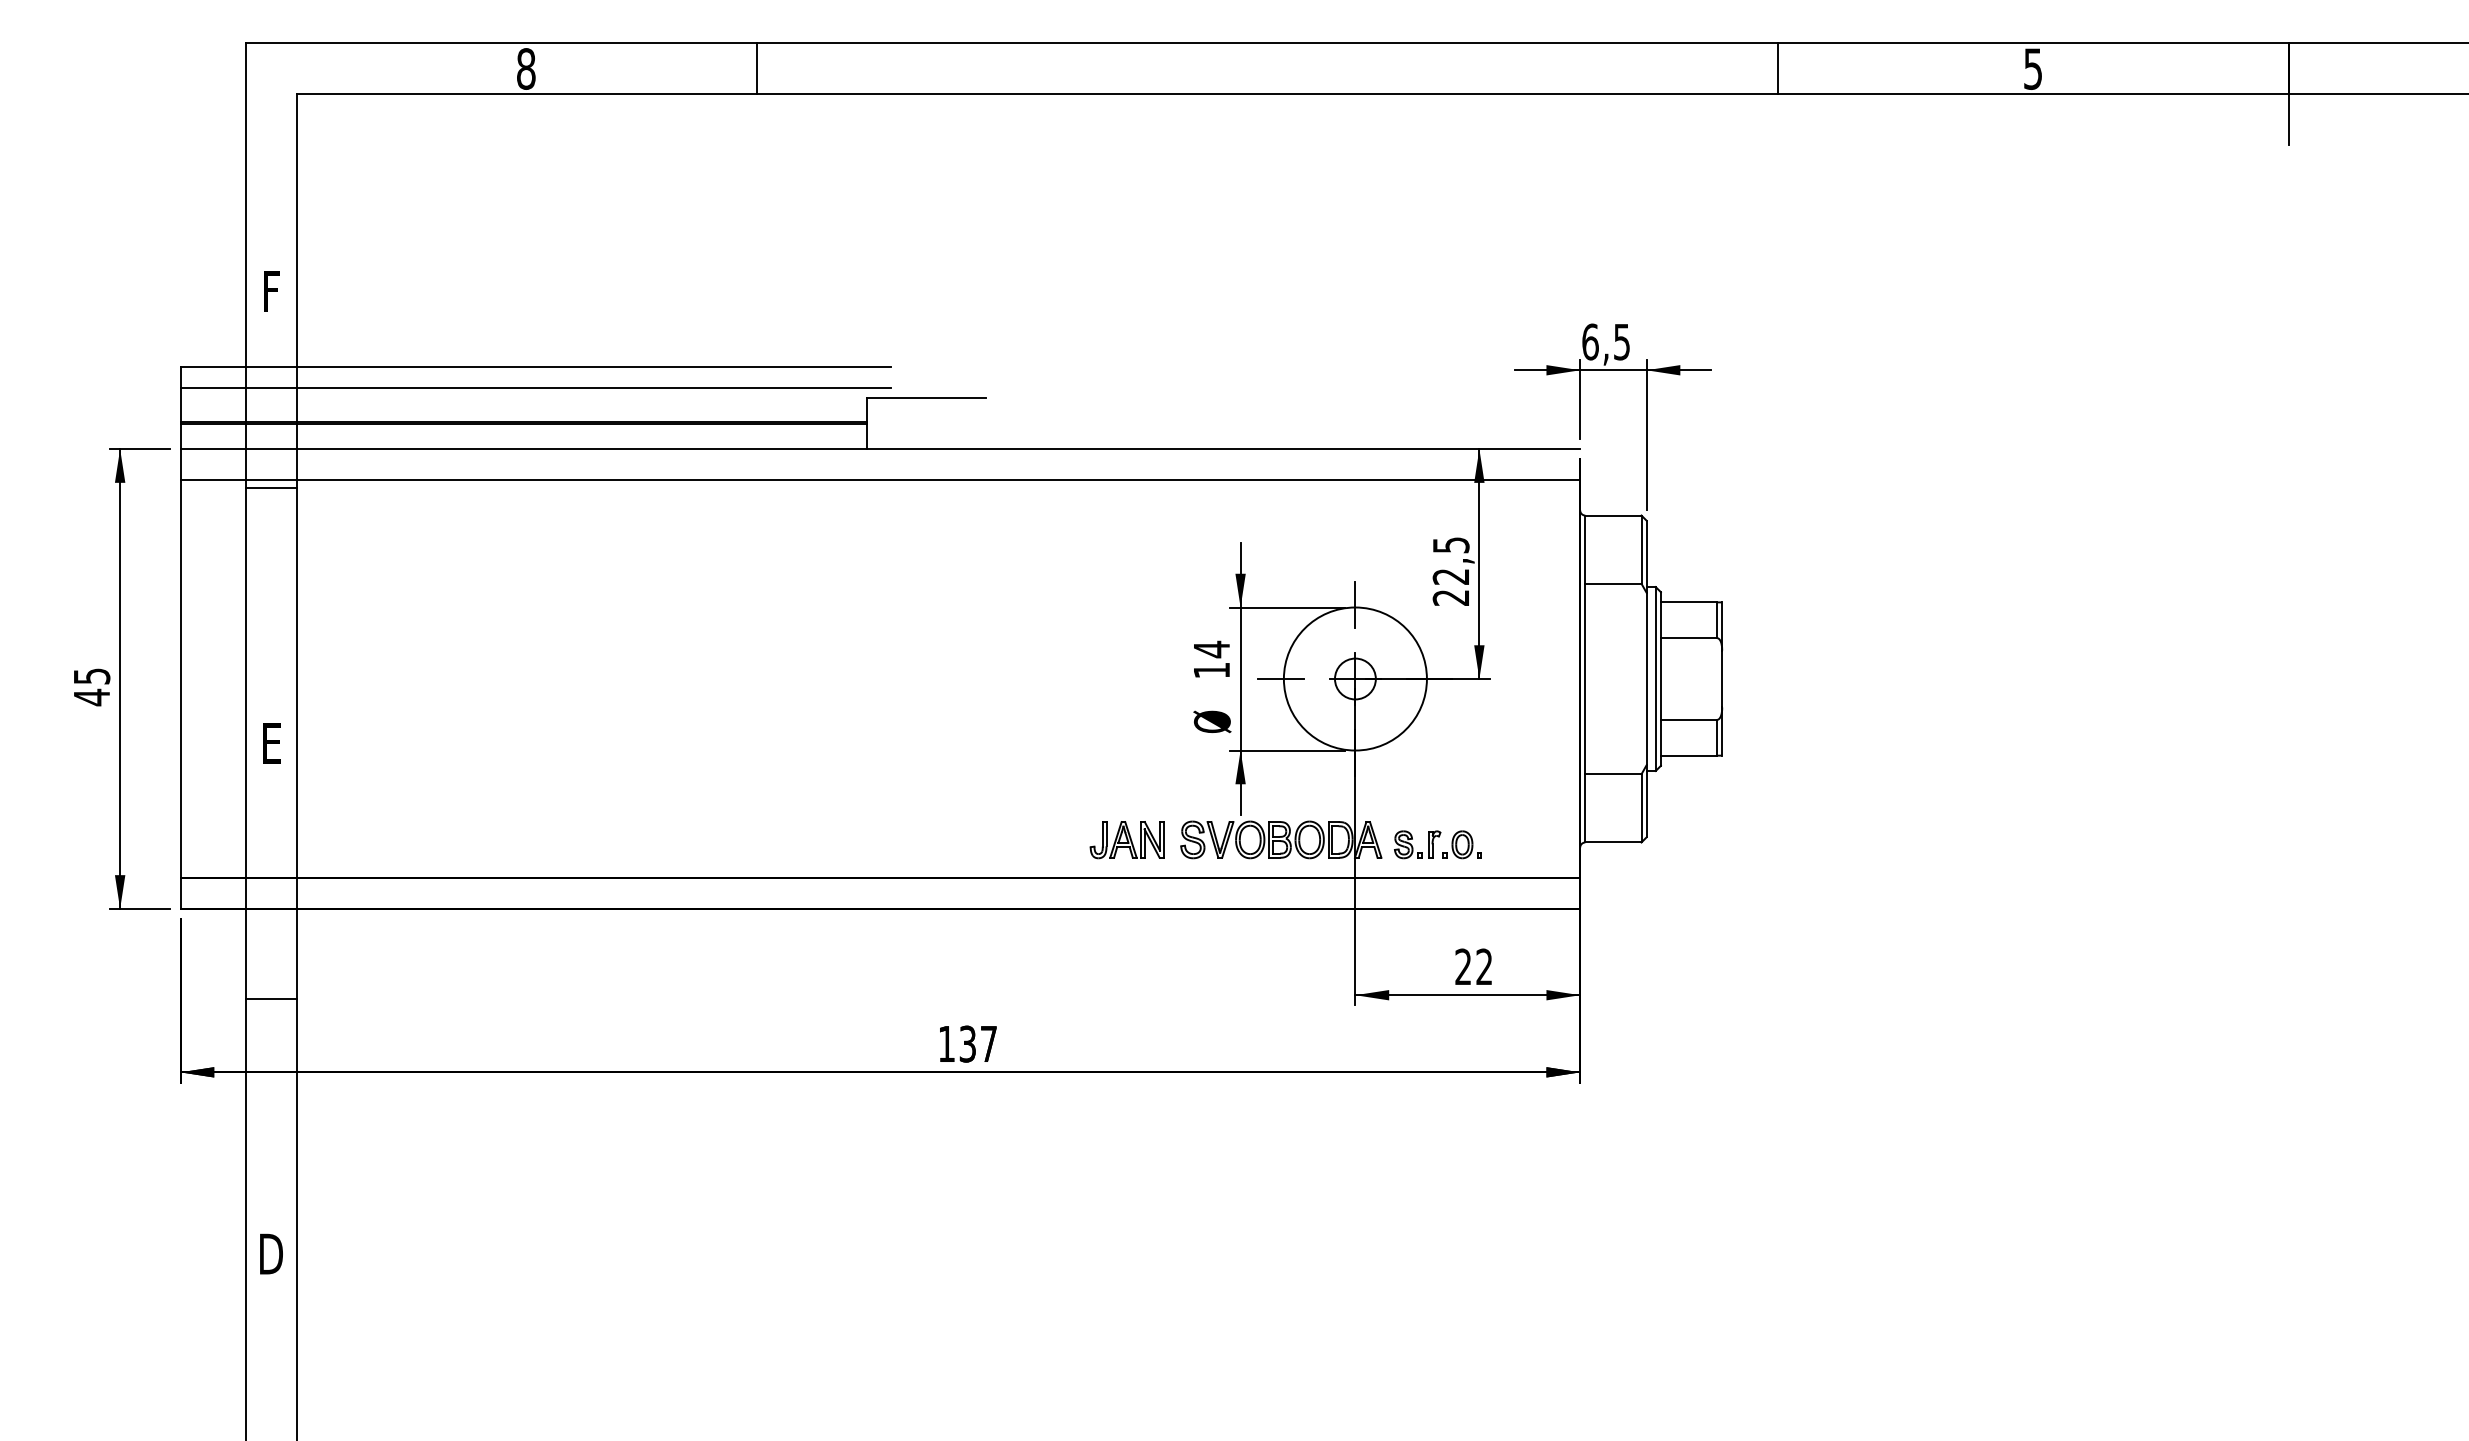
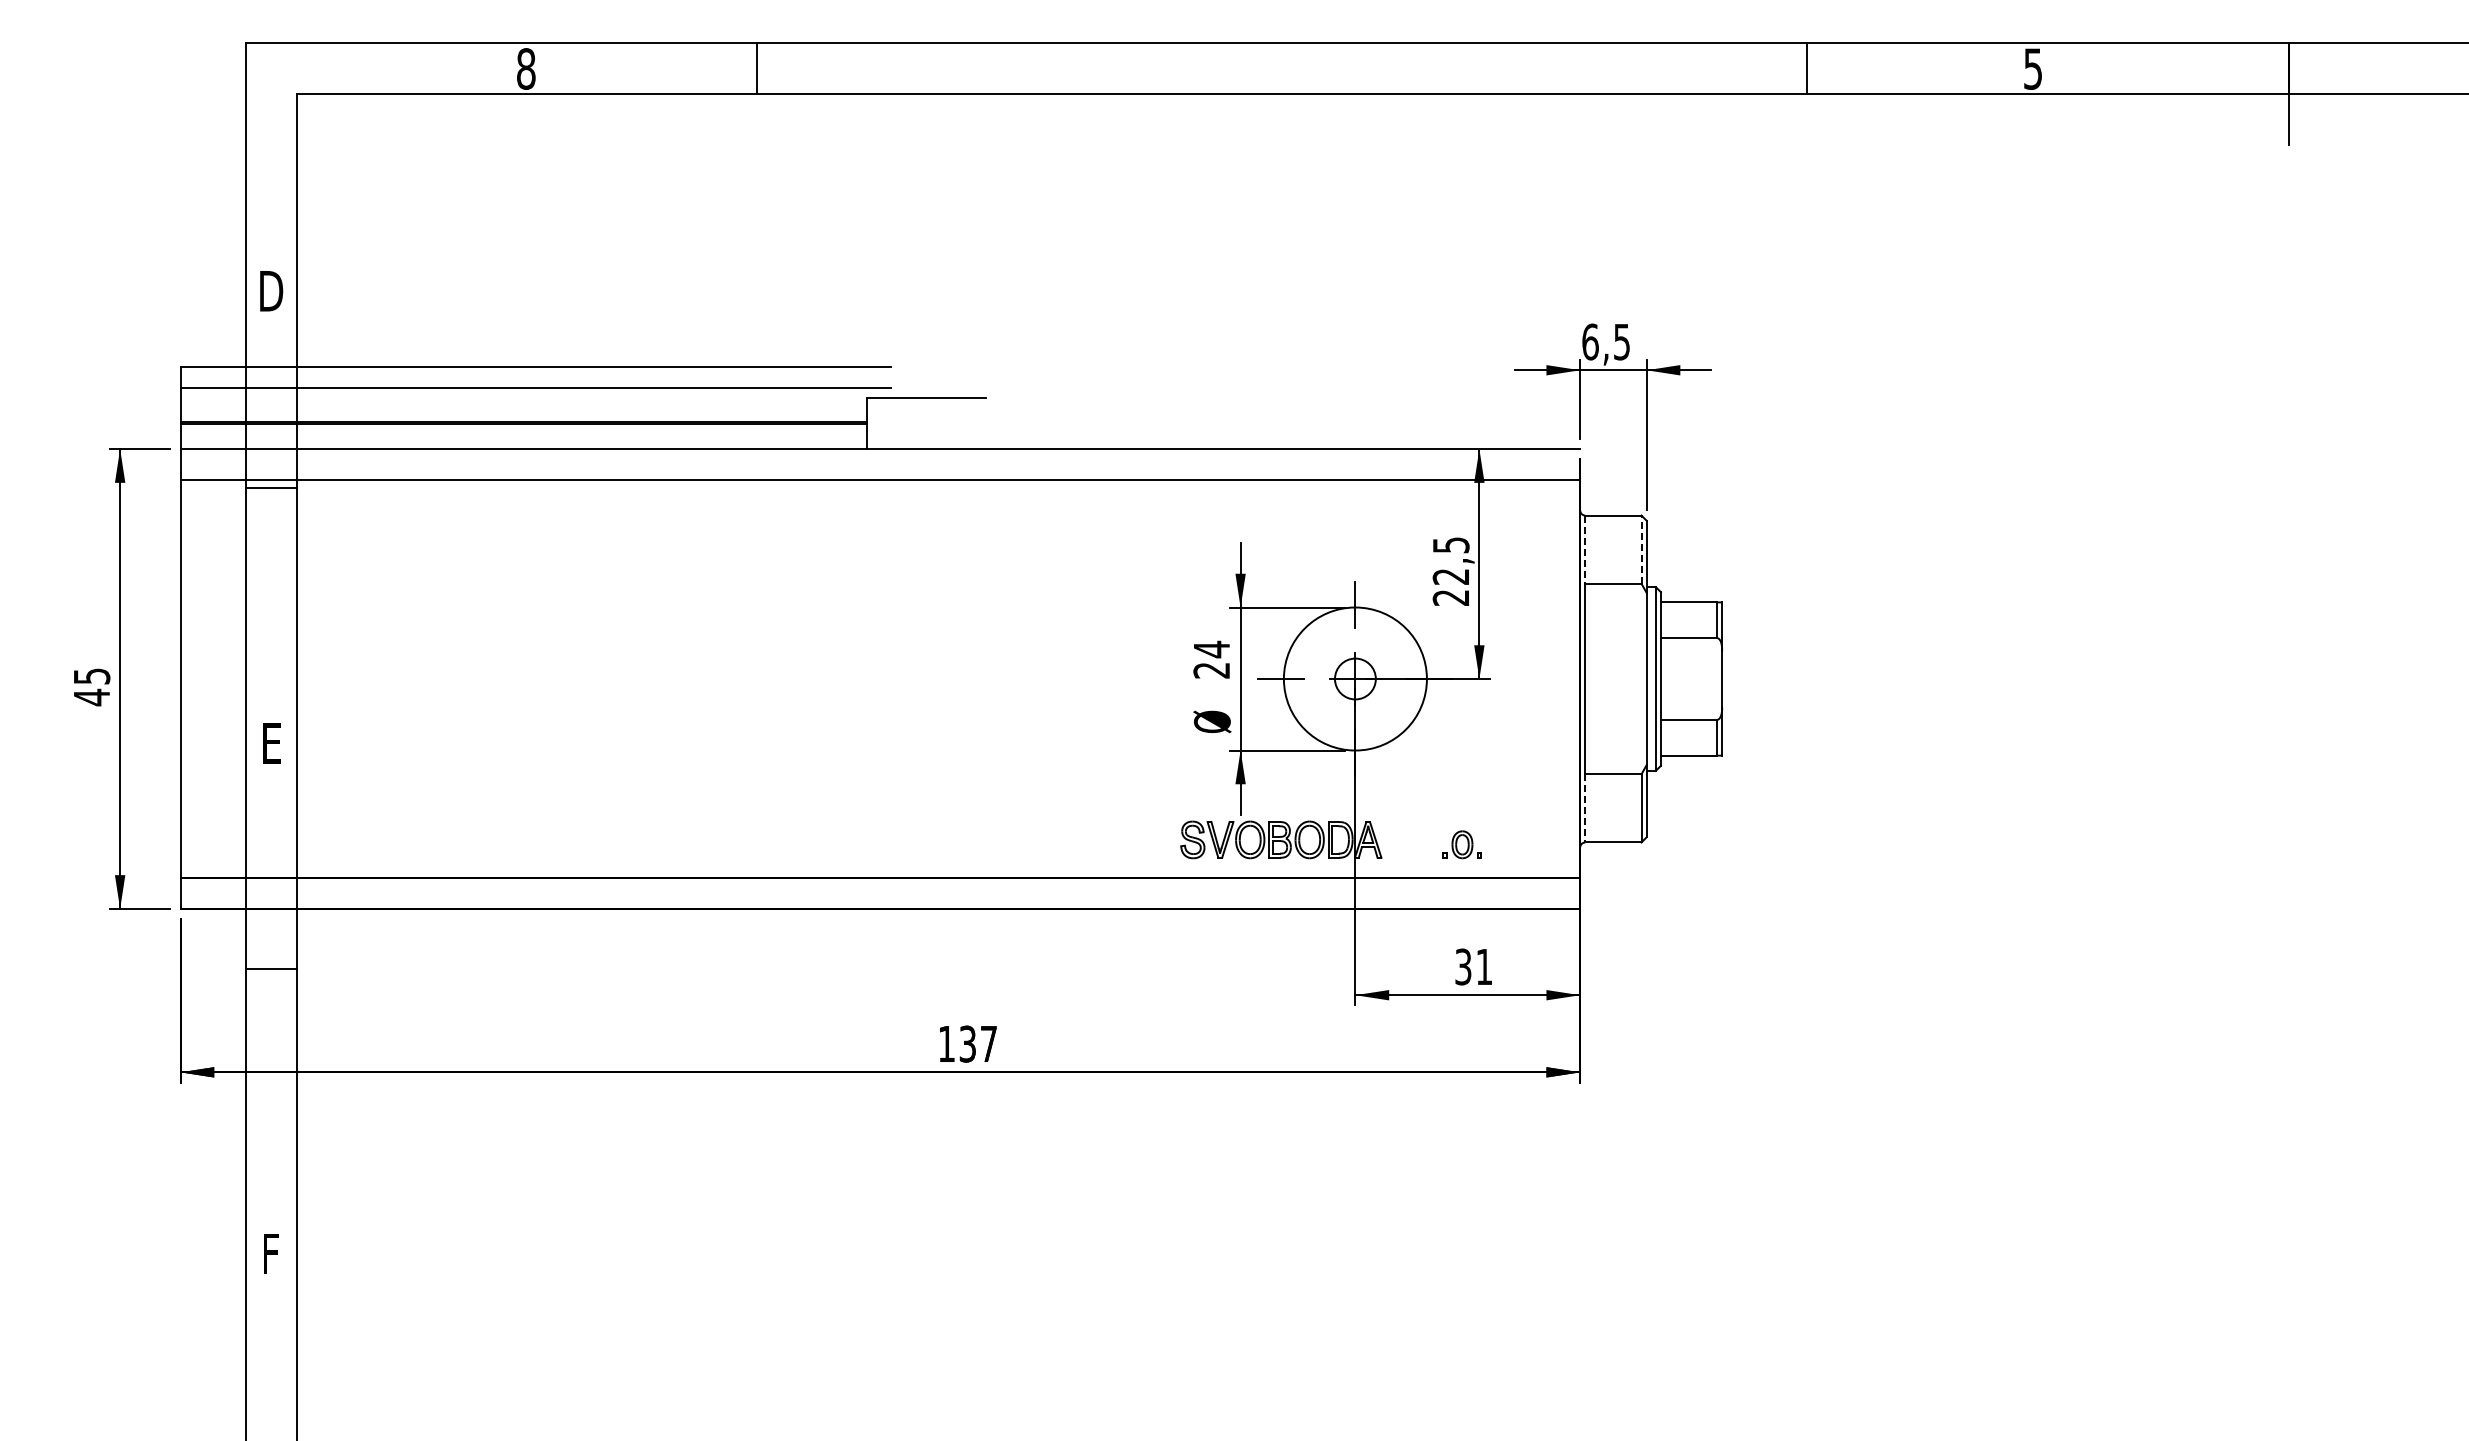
line at (1778, 68) position: (1778, 68) -> (1807, 68)
text at (271, 291): F -> D
line at (1641, 549): solid -> dashed
line at (1585, 550): solid -> dashed
text at (1211, 670): 14 -> 24
line at (1585, 808): solid -> dashed
part at (1126, 840): present -> none
part at (1417, 844): present -> none
text at (1473, 966): 22 -> 31
line at (270, 998) position: (270, 998) -> (270, 968)
text at (271, 1253): D -> F
